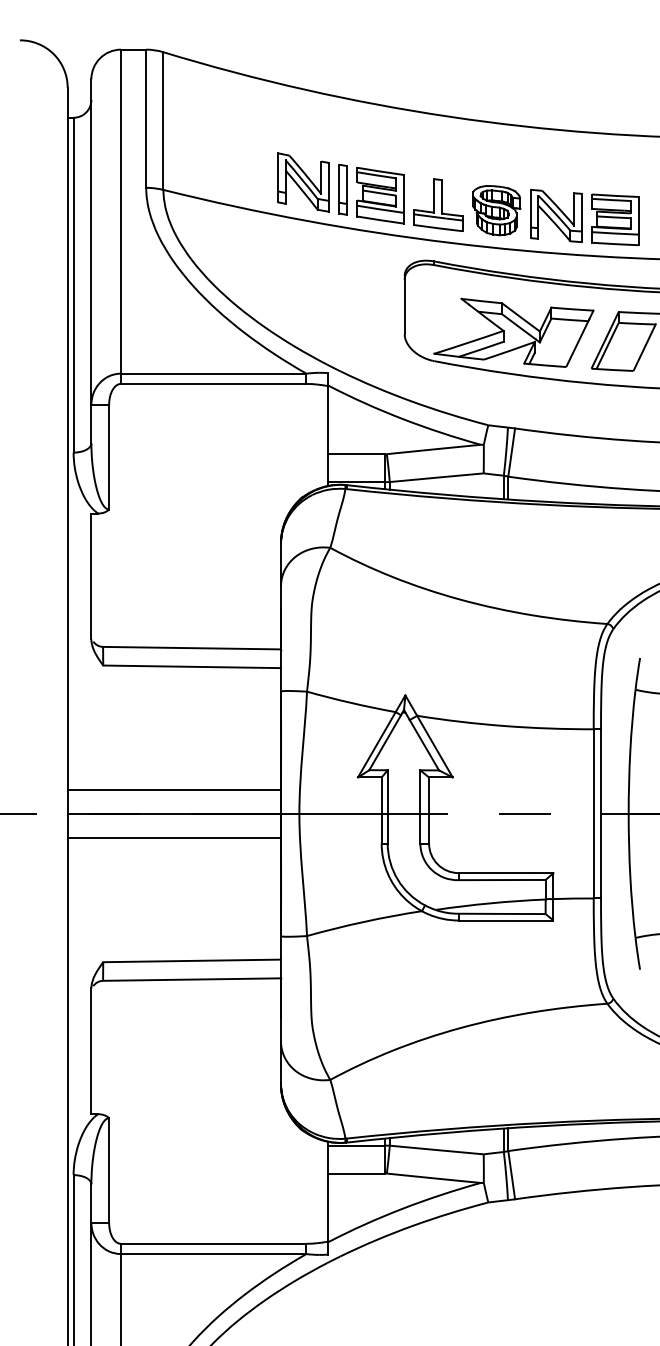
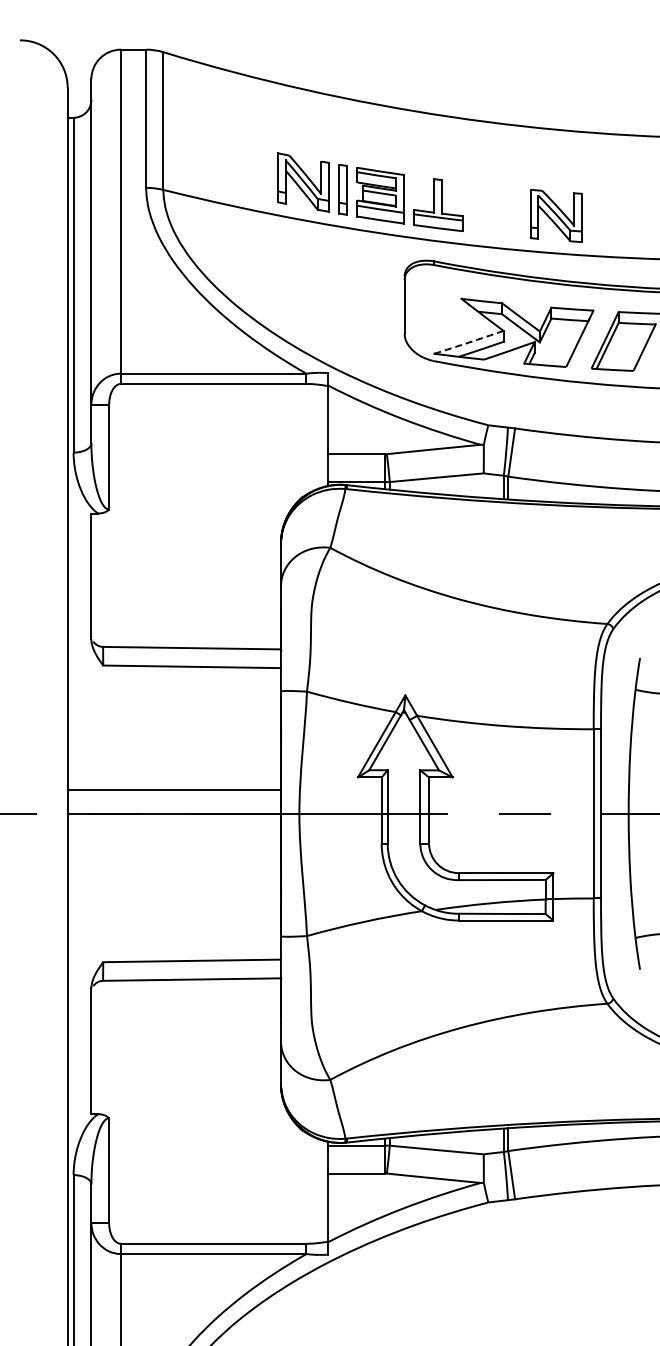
part at (496, 210): present -> none
part at (615, 219): present -> none
arc at (469, 342): solid -> dashed
line at (173, 838): present -> none
